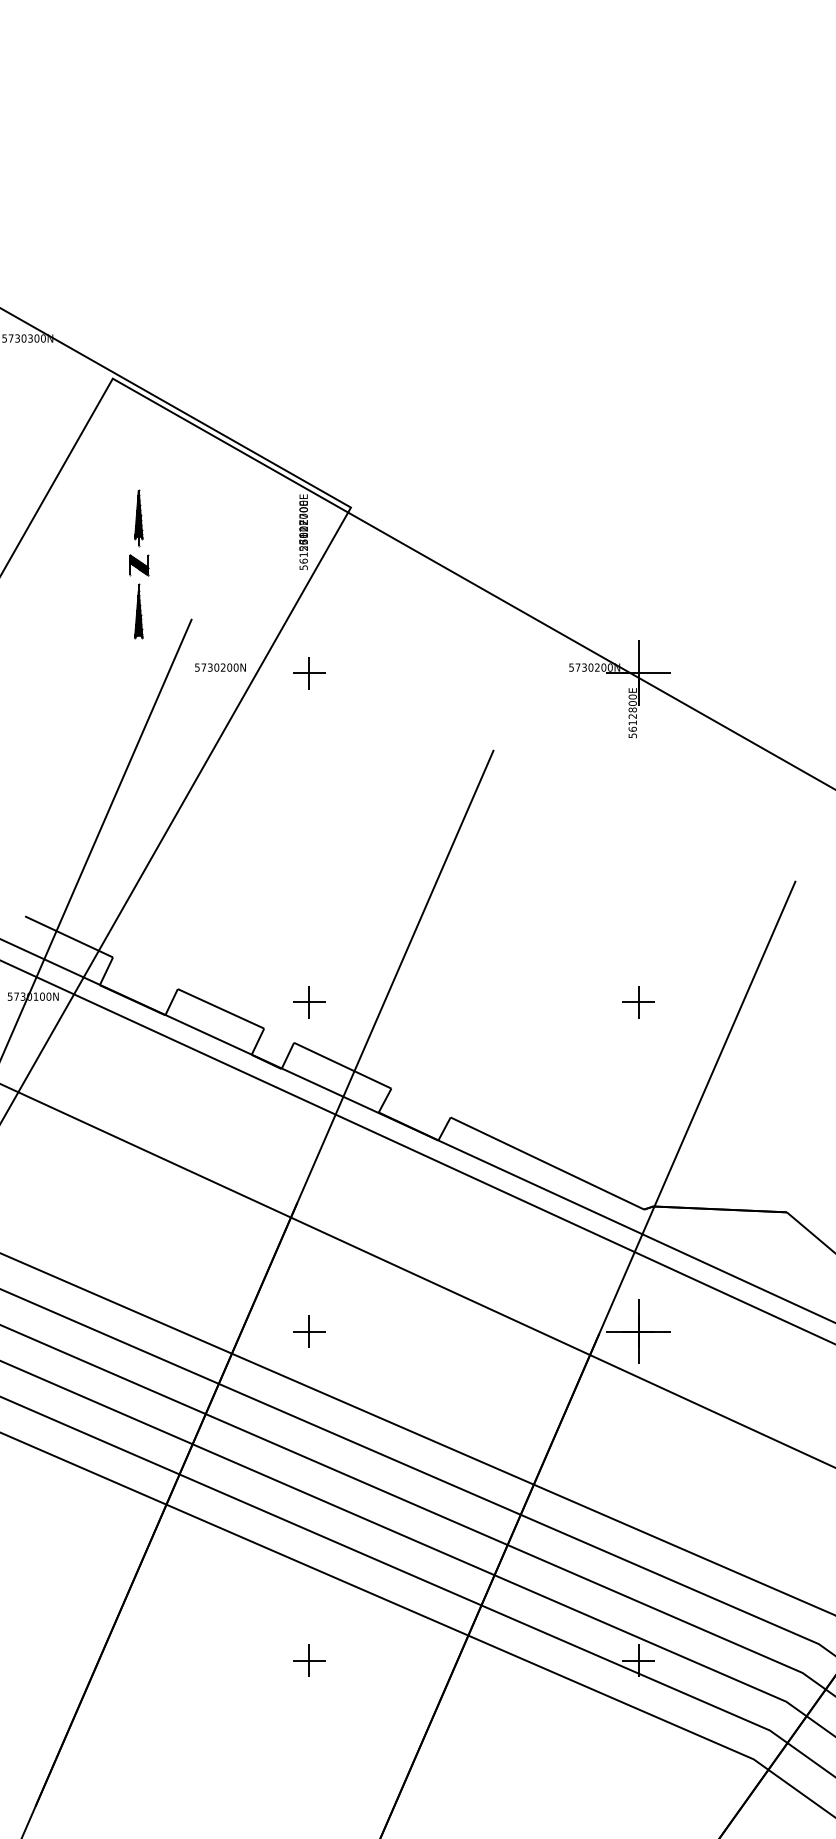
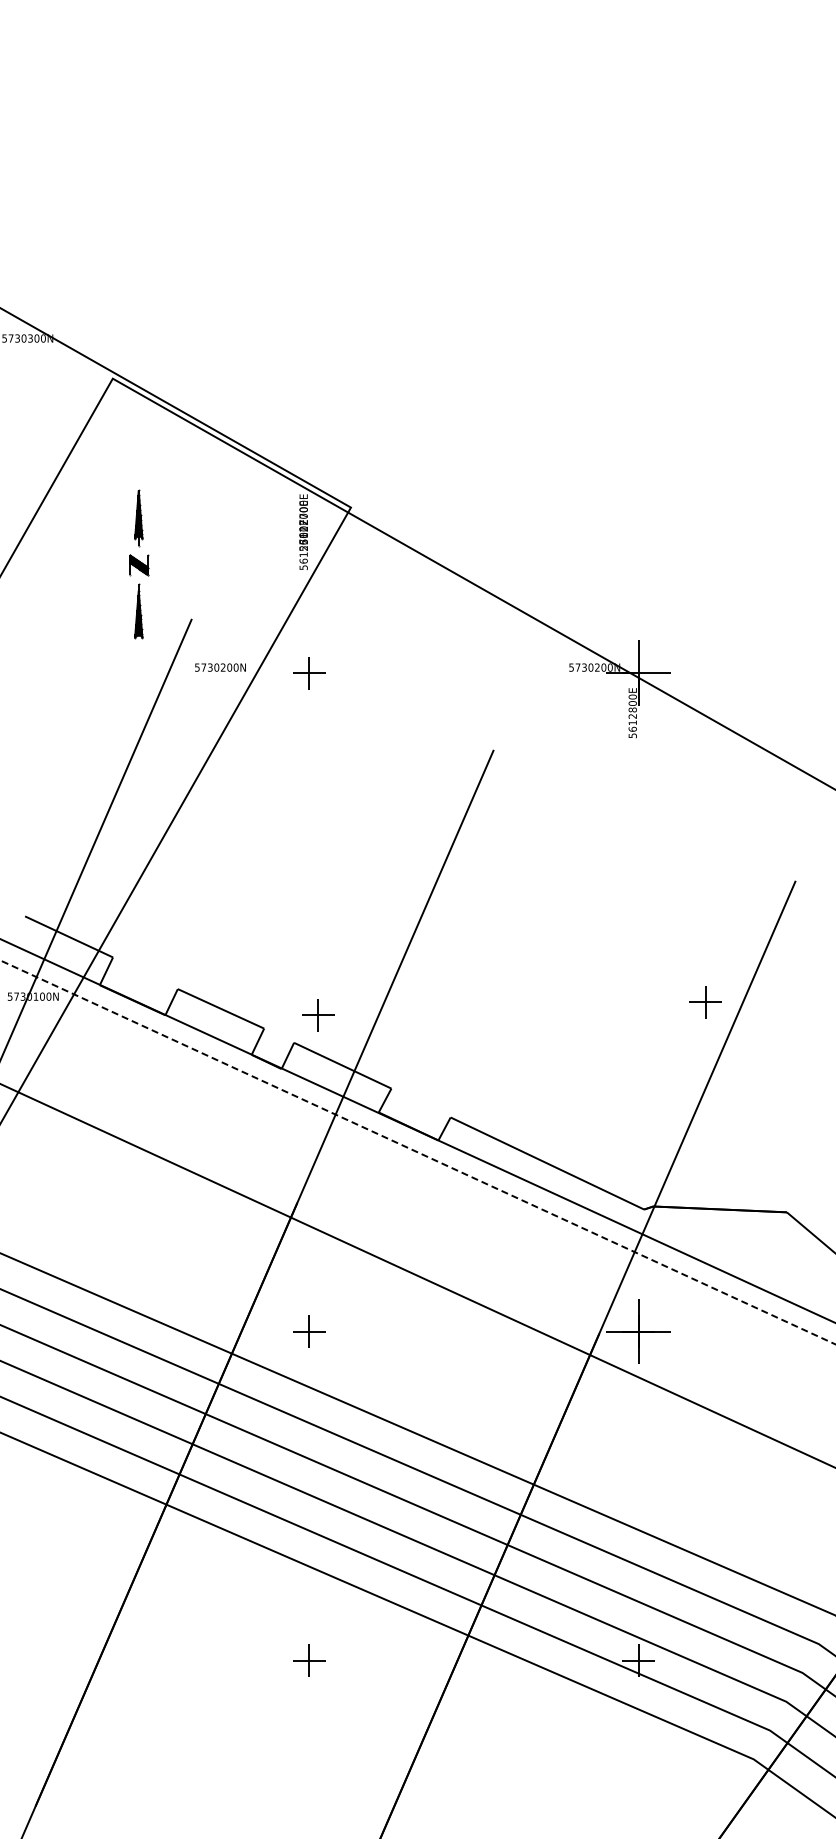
part at (309, 1002) position: (309, 1002) -> (318, 1015)
part at (638, 1002) position: (638, 1002) -> (705, 1002)
line at (418, 1152): solid -> dashed
